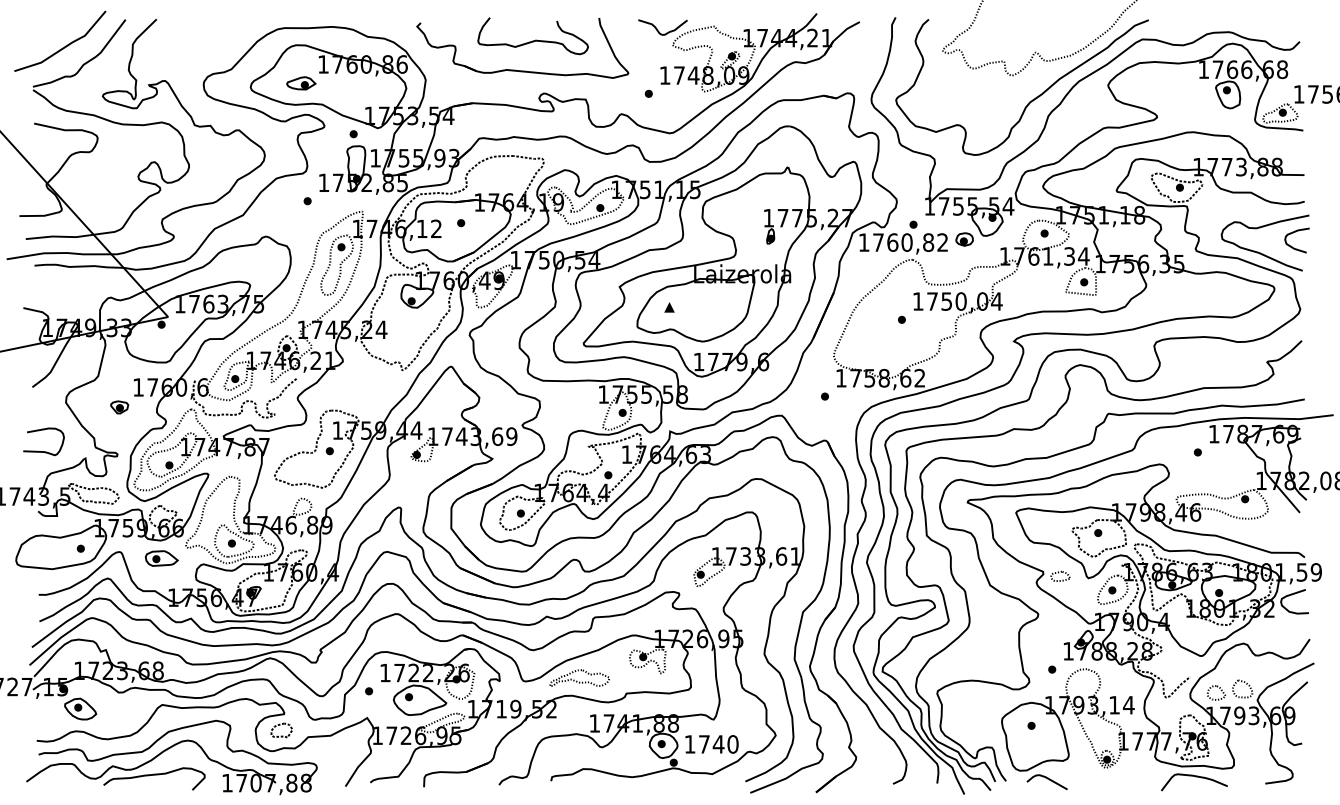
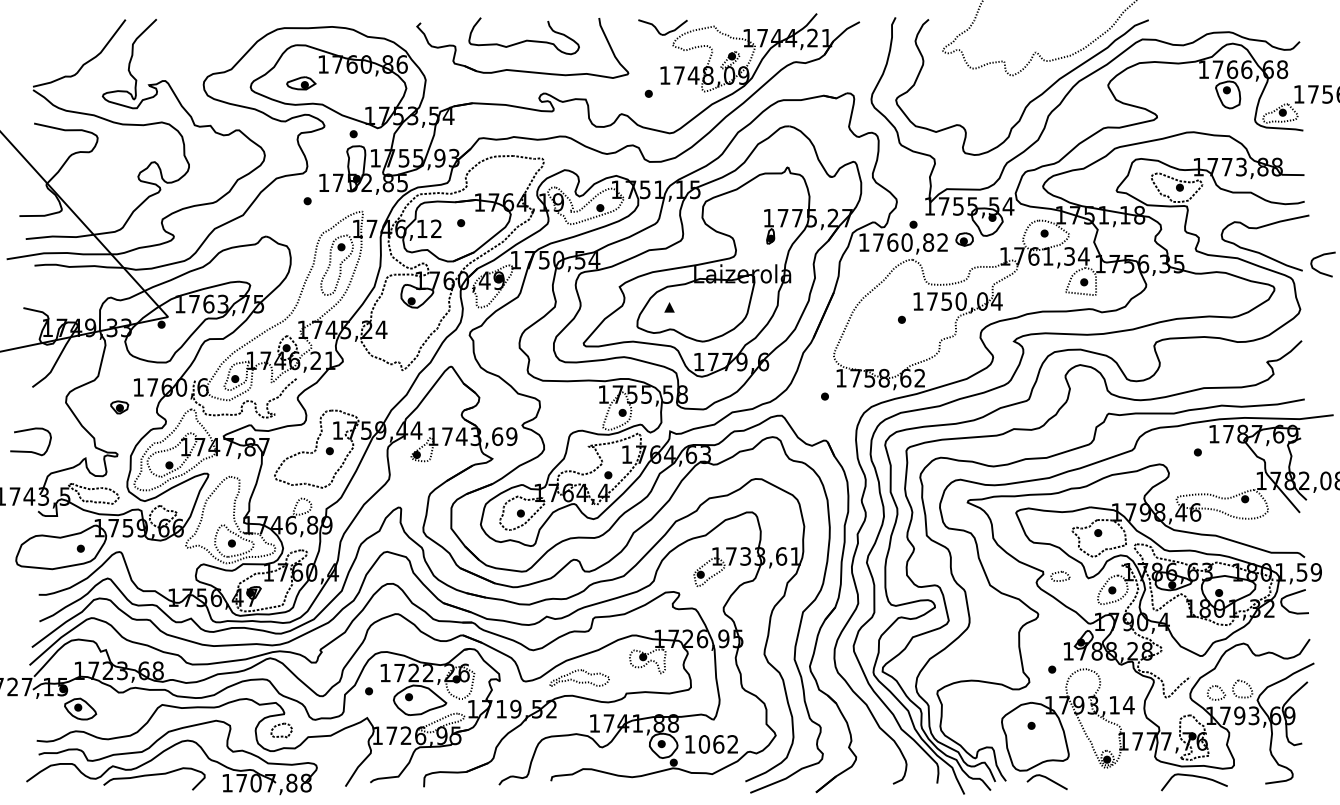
curve at (532, 40) position: (532, 40) -> (523, 40)
line at (65, 45): present -> none
curve at (1292, 246) position: (1292, 246) -> (1318, 270)
curve at (43, 451) position: (43, 451) -> (30, 451)
part at (161, 558): present -> none
text at (718, 744): 1740 -> 1062
